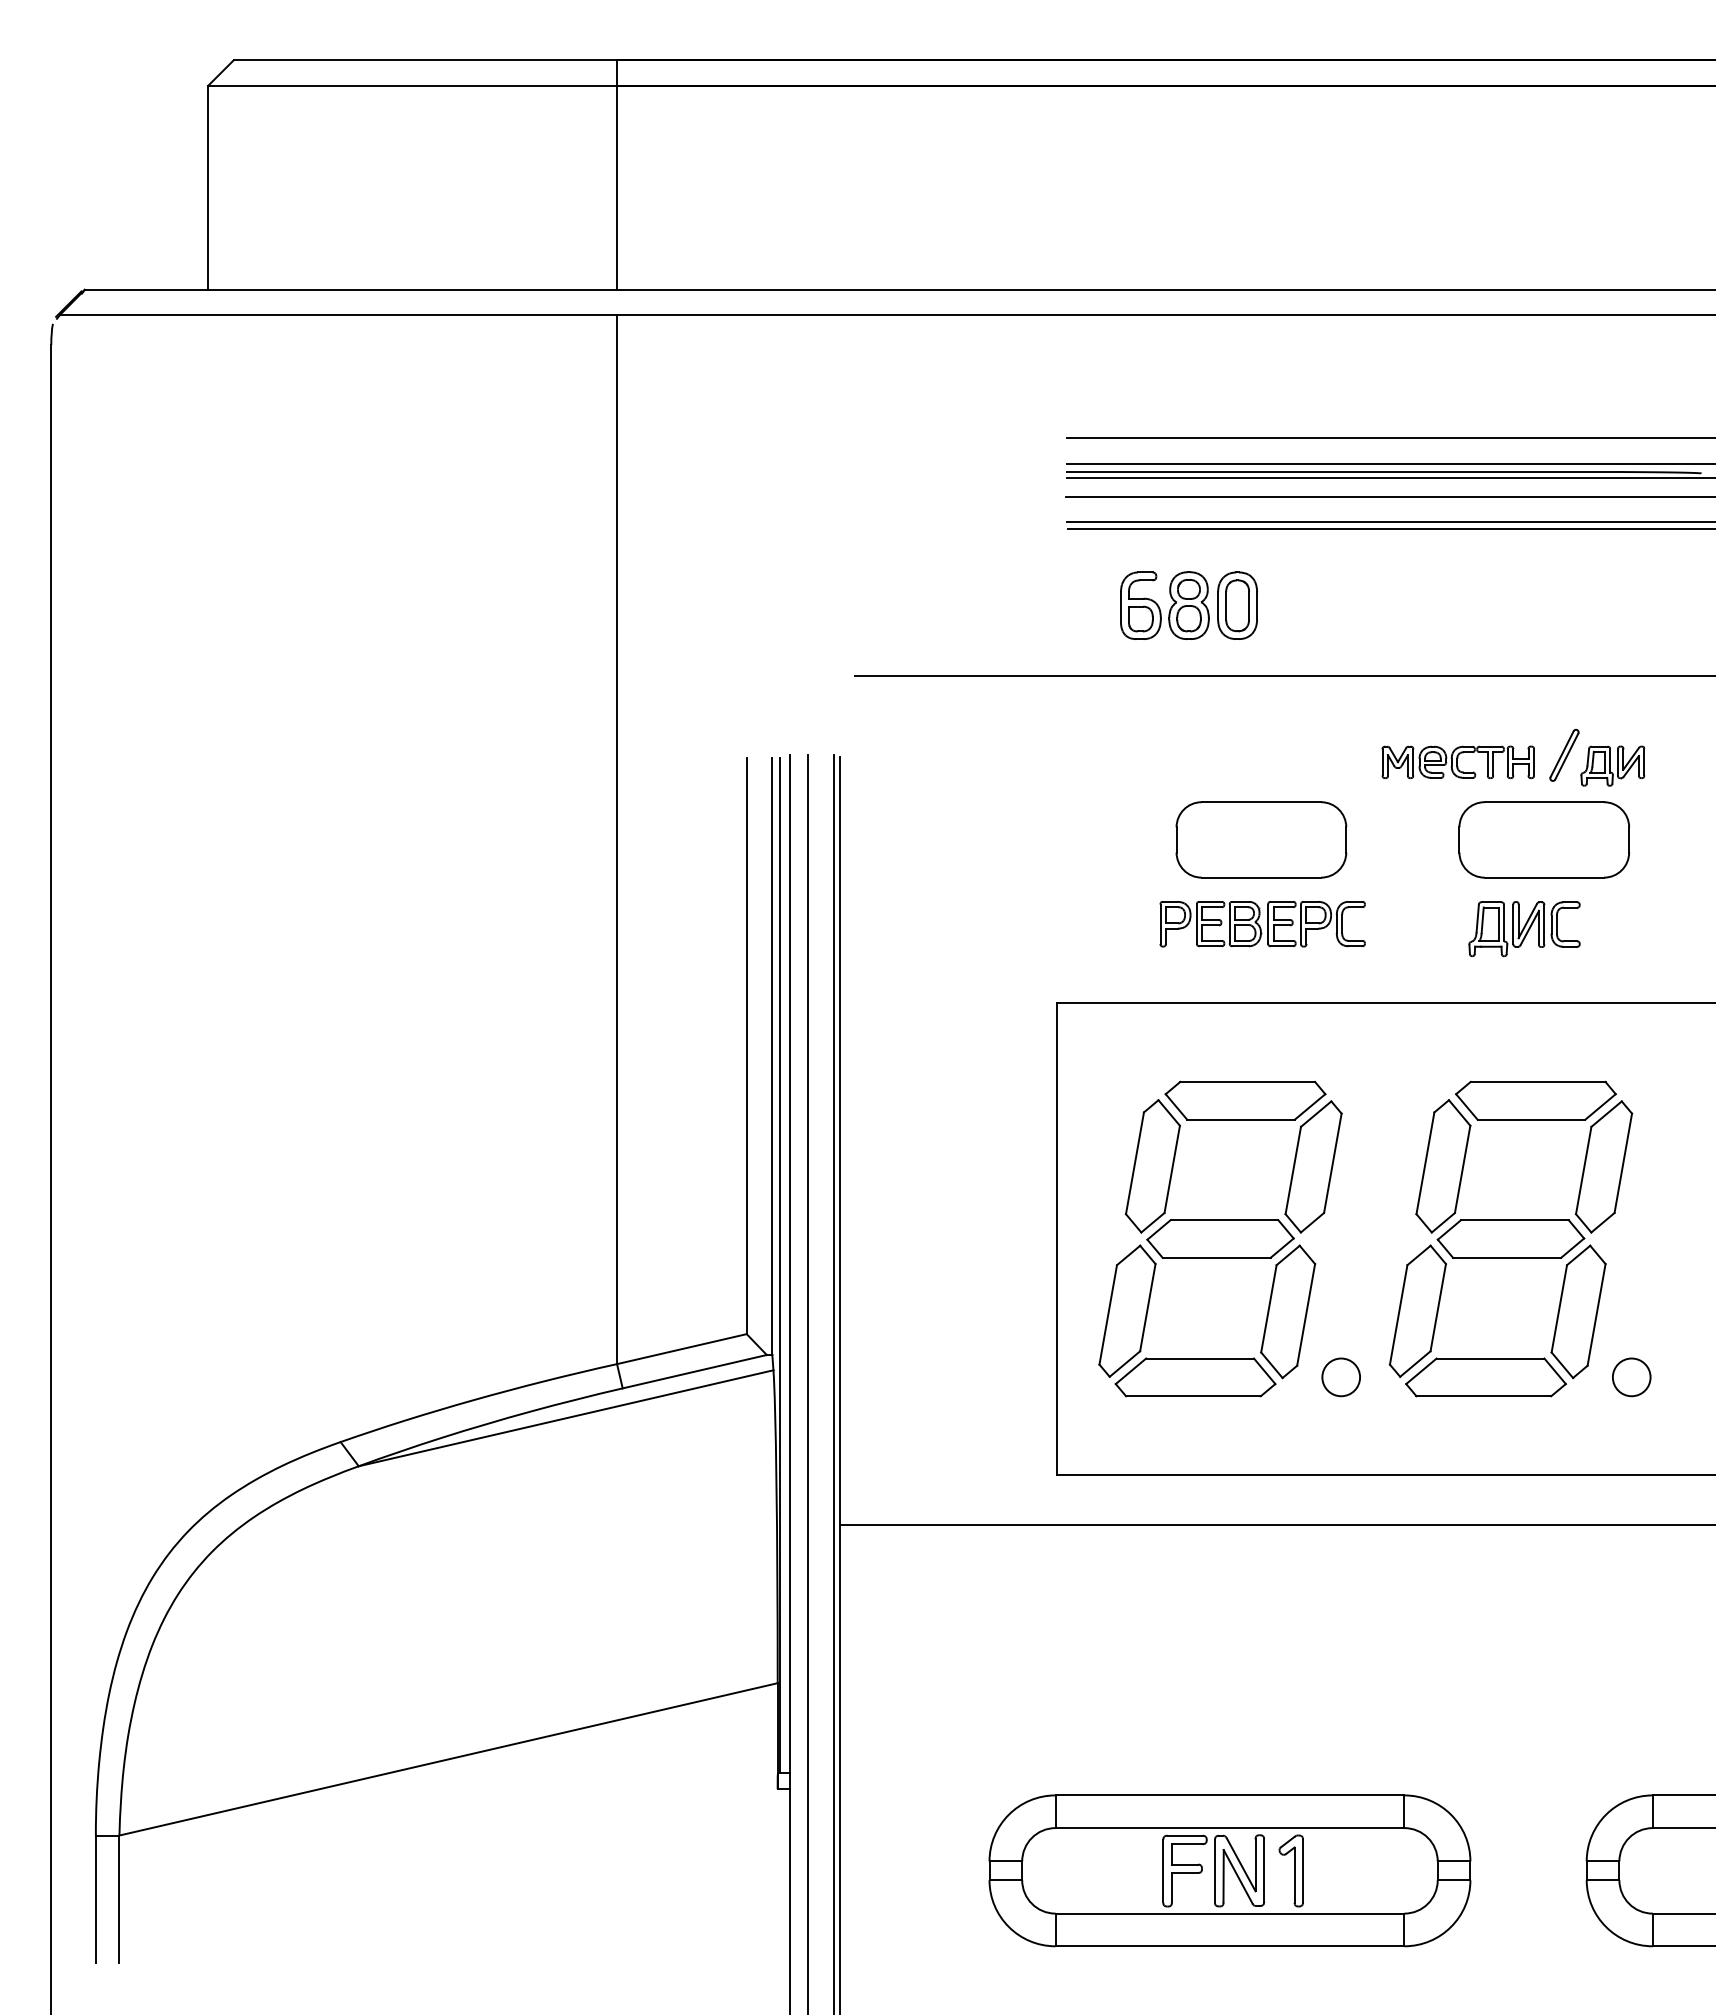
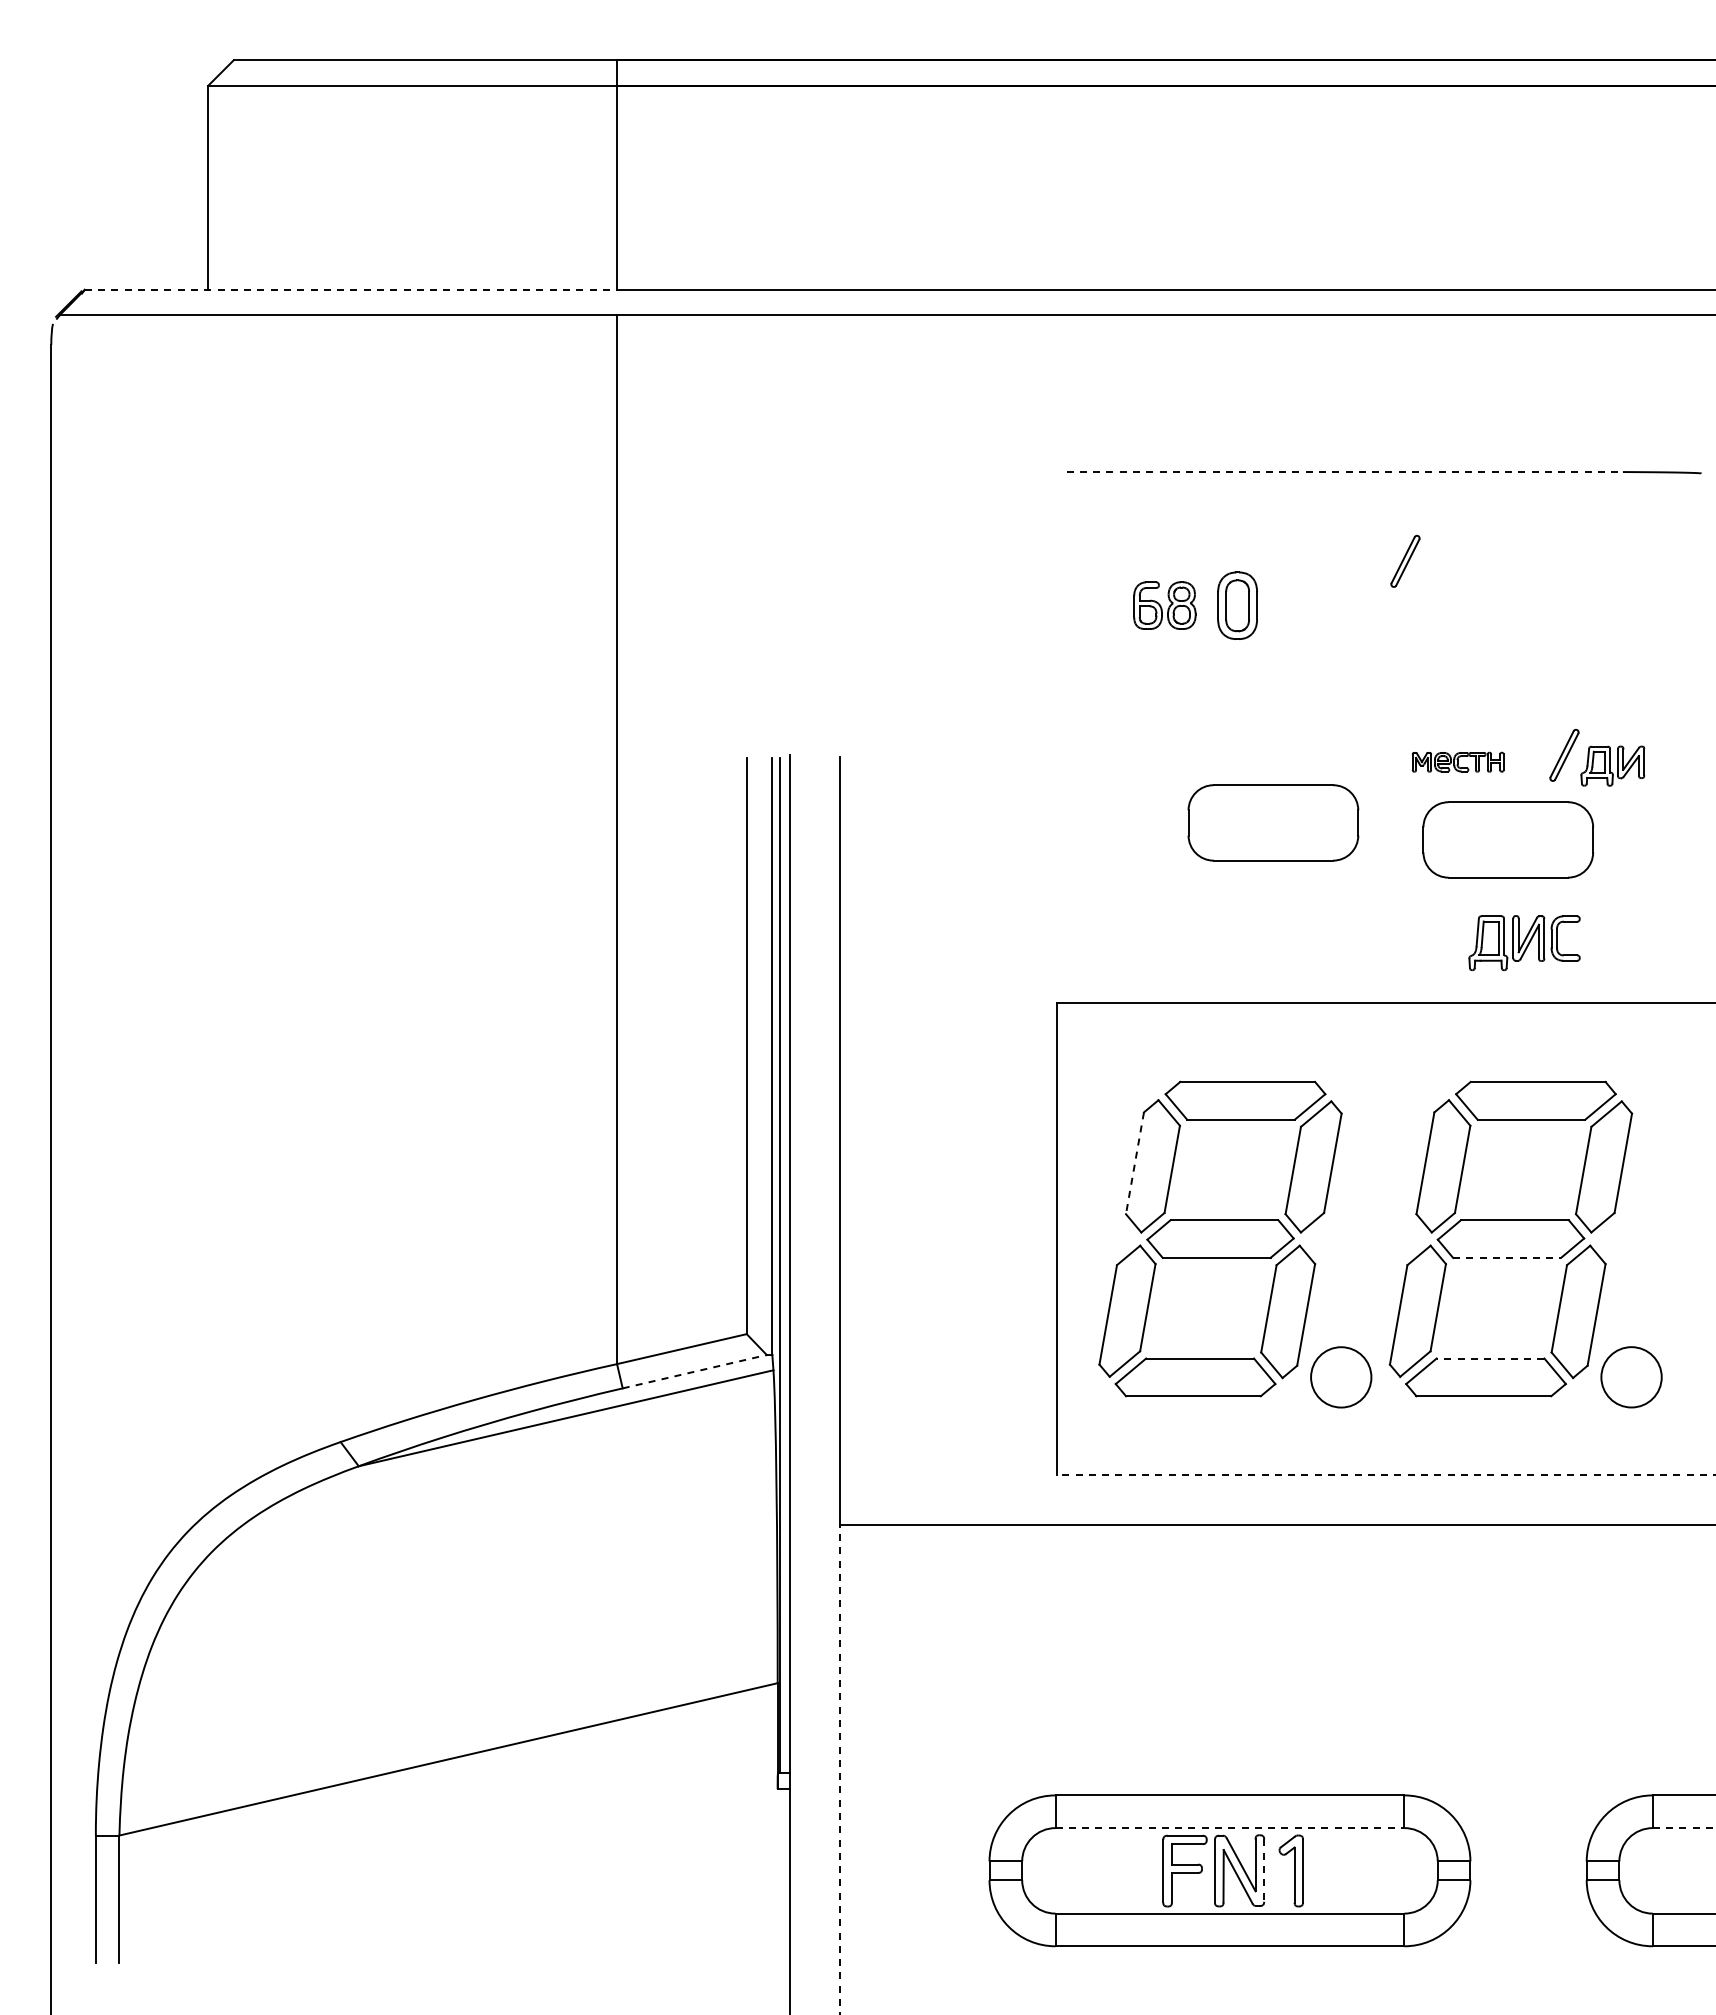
line at (351, 289): solid -> dashed
line at (1389, 438): present -> none
line at (1389, 464): present -> none
line at (1345, 472): solid -> dashed
line at (1389, 478): present -> none
line at (1388, 497): present -> none
line at (1389, 522): present -> none
line at (1390, 528): present -> none
part at (1405, 561): none -> present
part at (1164, 605) size: 90x69 px -> 64x49 px
line at (1283, 676): present -> none
part at (1457, 761) size: 154x34 px -> 94x22 px
part at (1261, 839) position: (1261, 839) -> (1273, 822)
part at (1543, 839) position: (1543, 839) -> (1507, 839)
part at (1262, 924): present -> none
part at (1524, 929) position: (1524, 929) -> (1524, 943)
line at (1134, 1163): solid -> dashed
line at (1507, 1257): solid -> dashed
line at (1490, 1358): solid -> dashed
line at (694, 1371): solid -> dashed
circle at (1341, 1377) diameter: 38 px -> 60 px
circle at (1631, 1377) size: 40x41 px -> 63x63 px
line at (807, 1383): present -> none
line at (833, 1383): present -> none
line at (1385, 1474): solid -> dashed
line at (840, 1769): solid -> dashed
line at (1230, 1828): solid -> dashed
line at (1684, 1828): solid -> dashed
line at (1264, 1871): solid -> dashed
